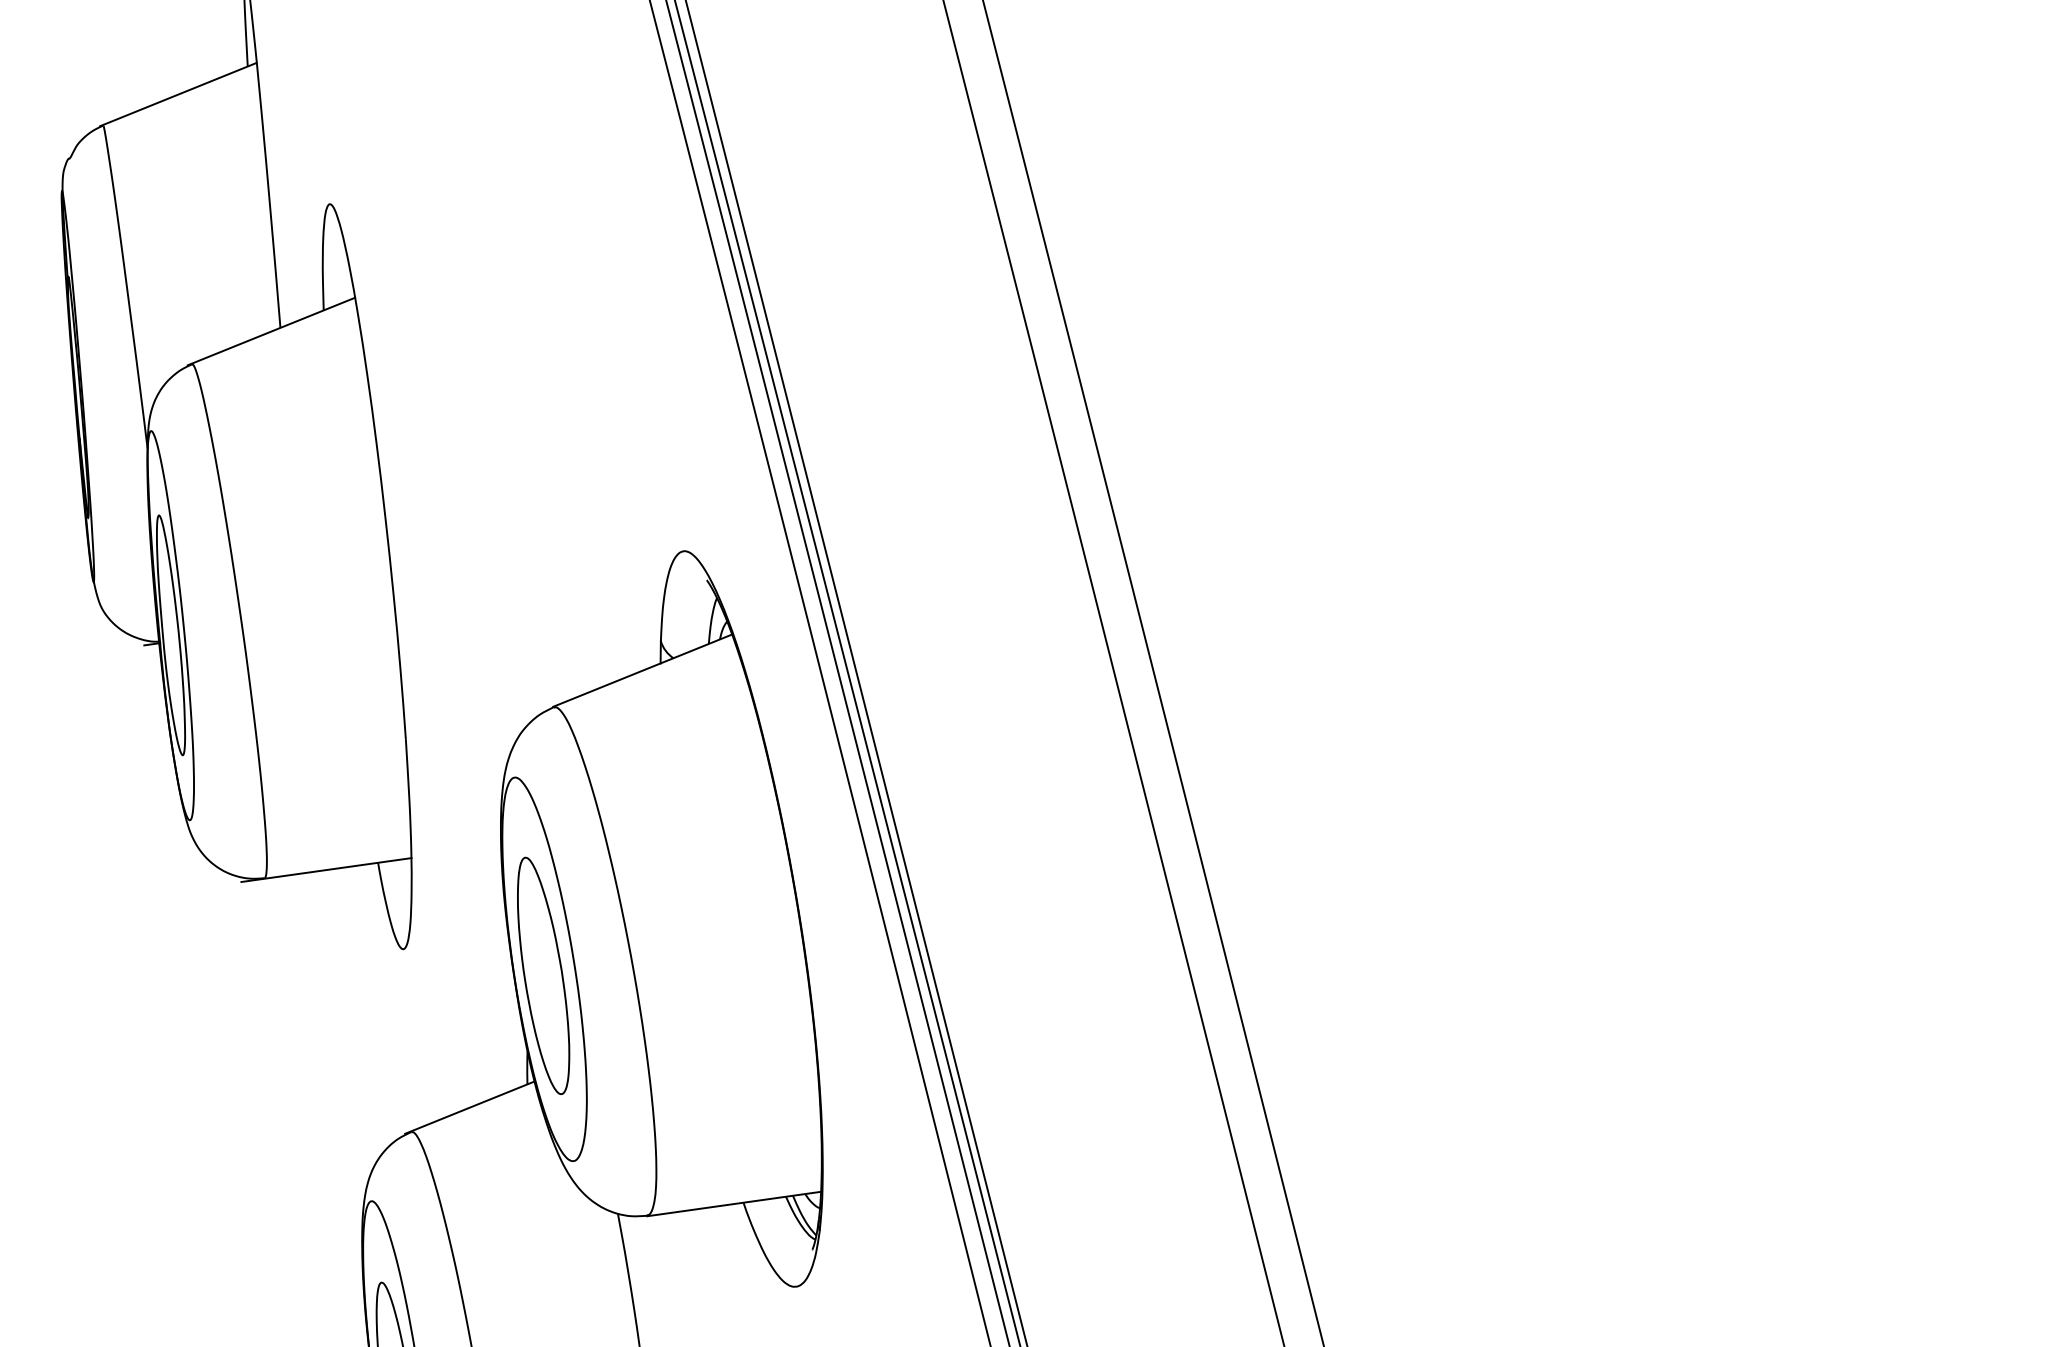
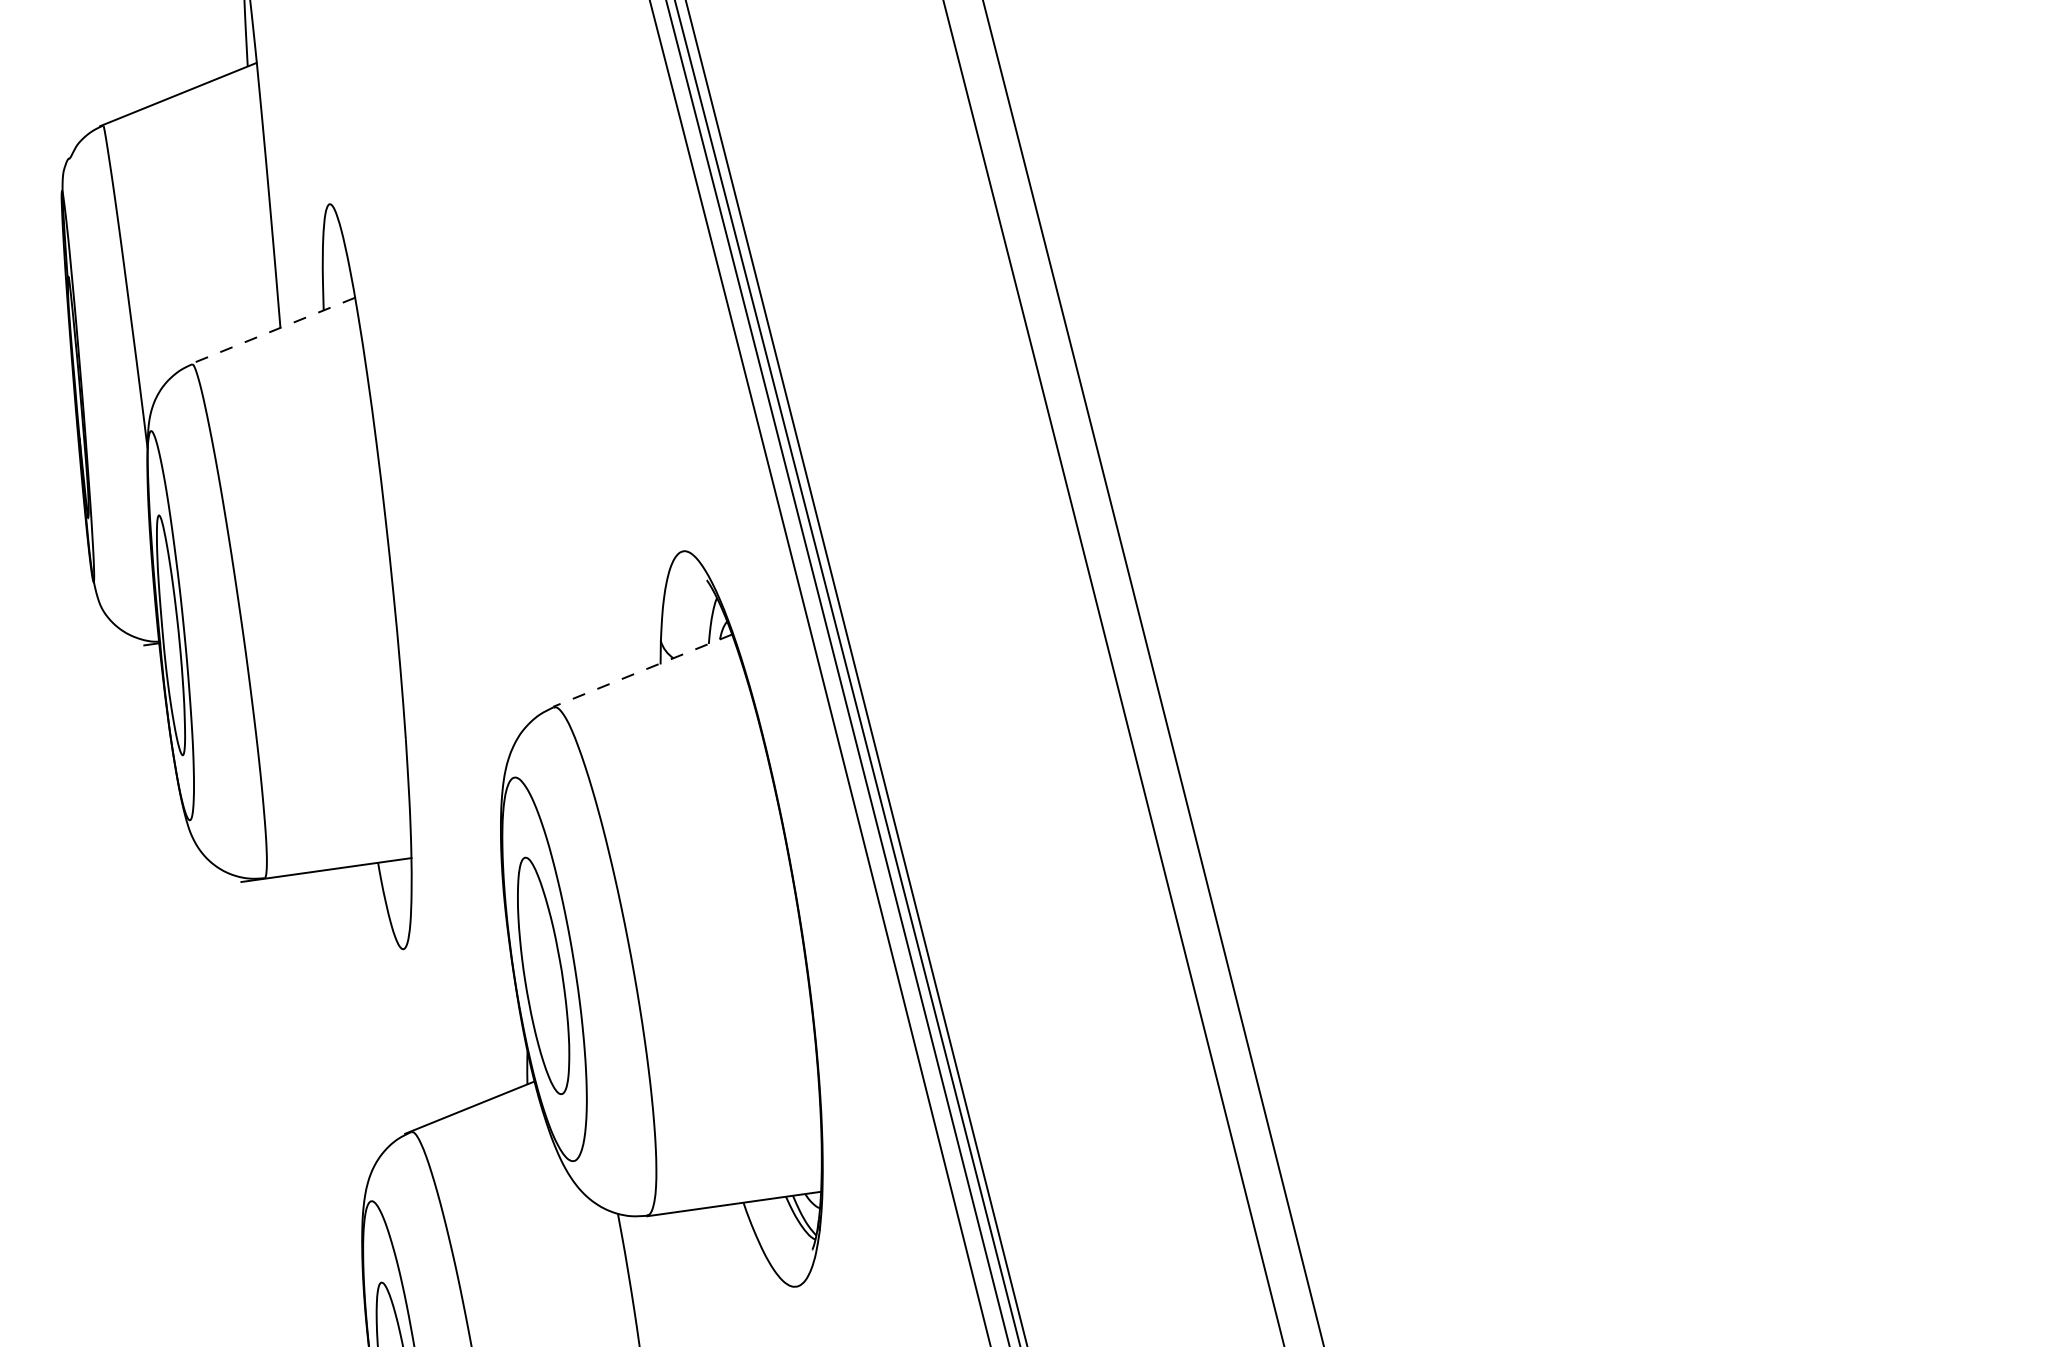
line at (270, 331): solid -> dashed
line at (642, 670): solid -> dashed
